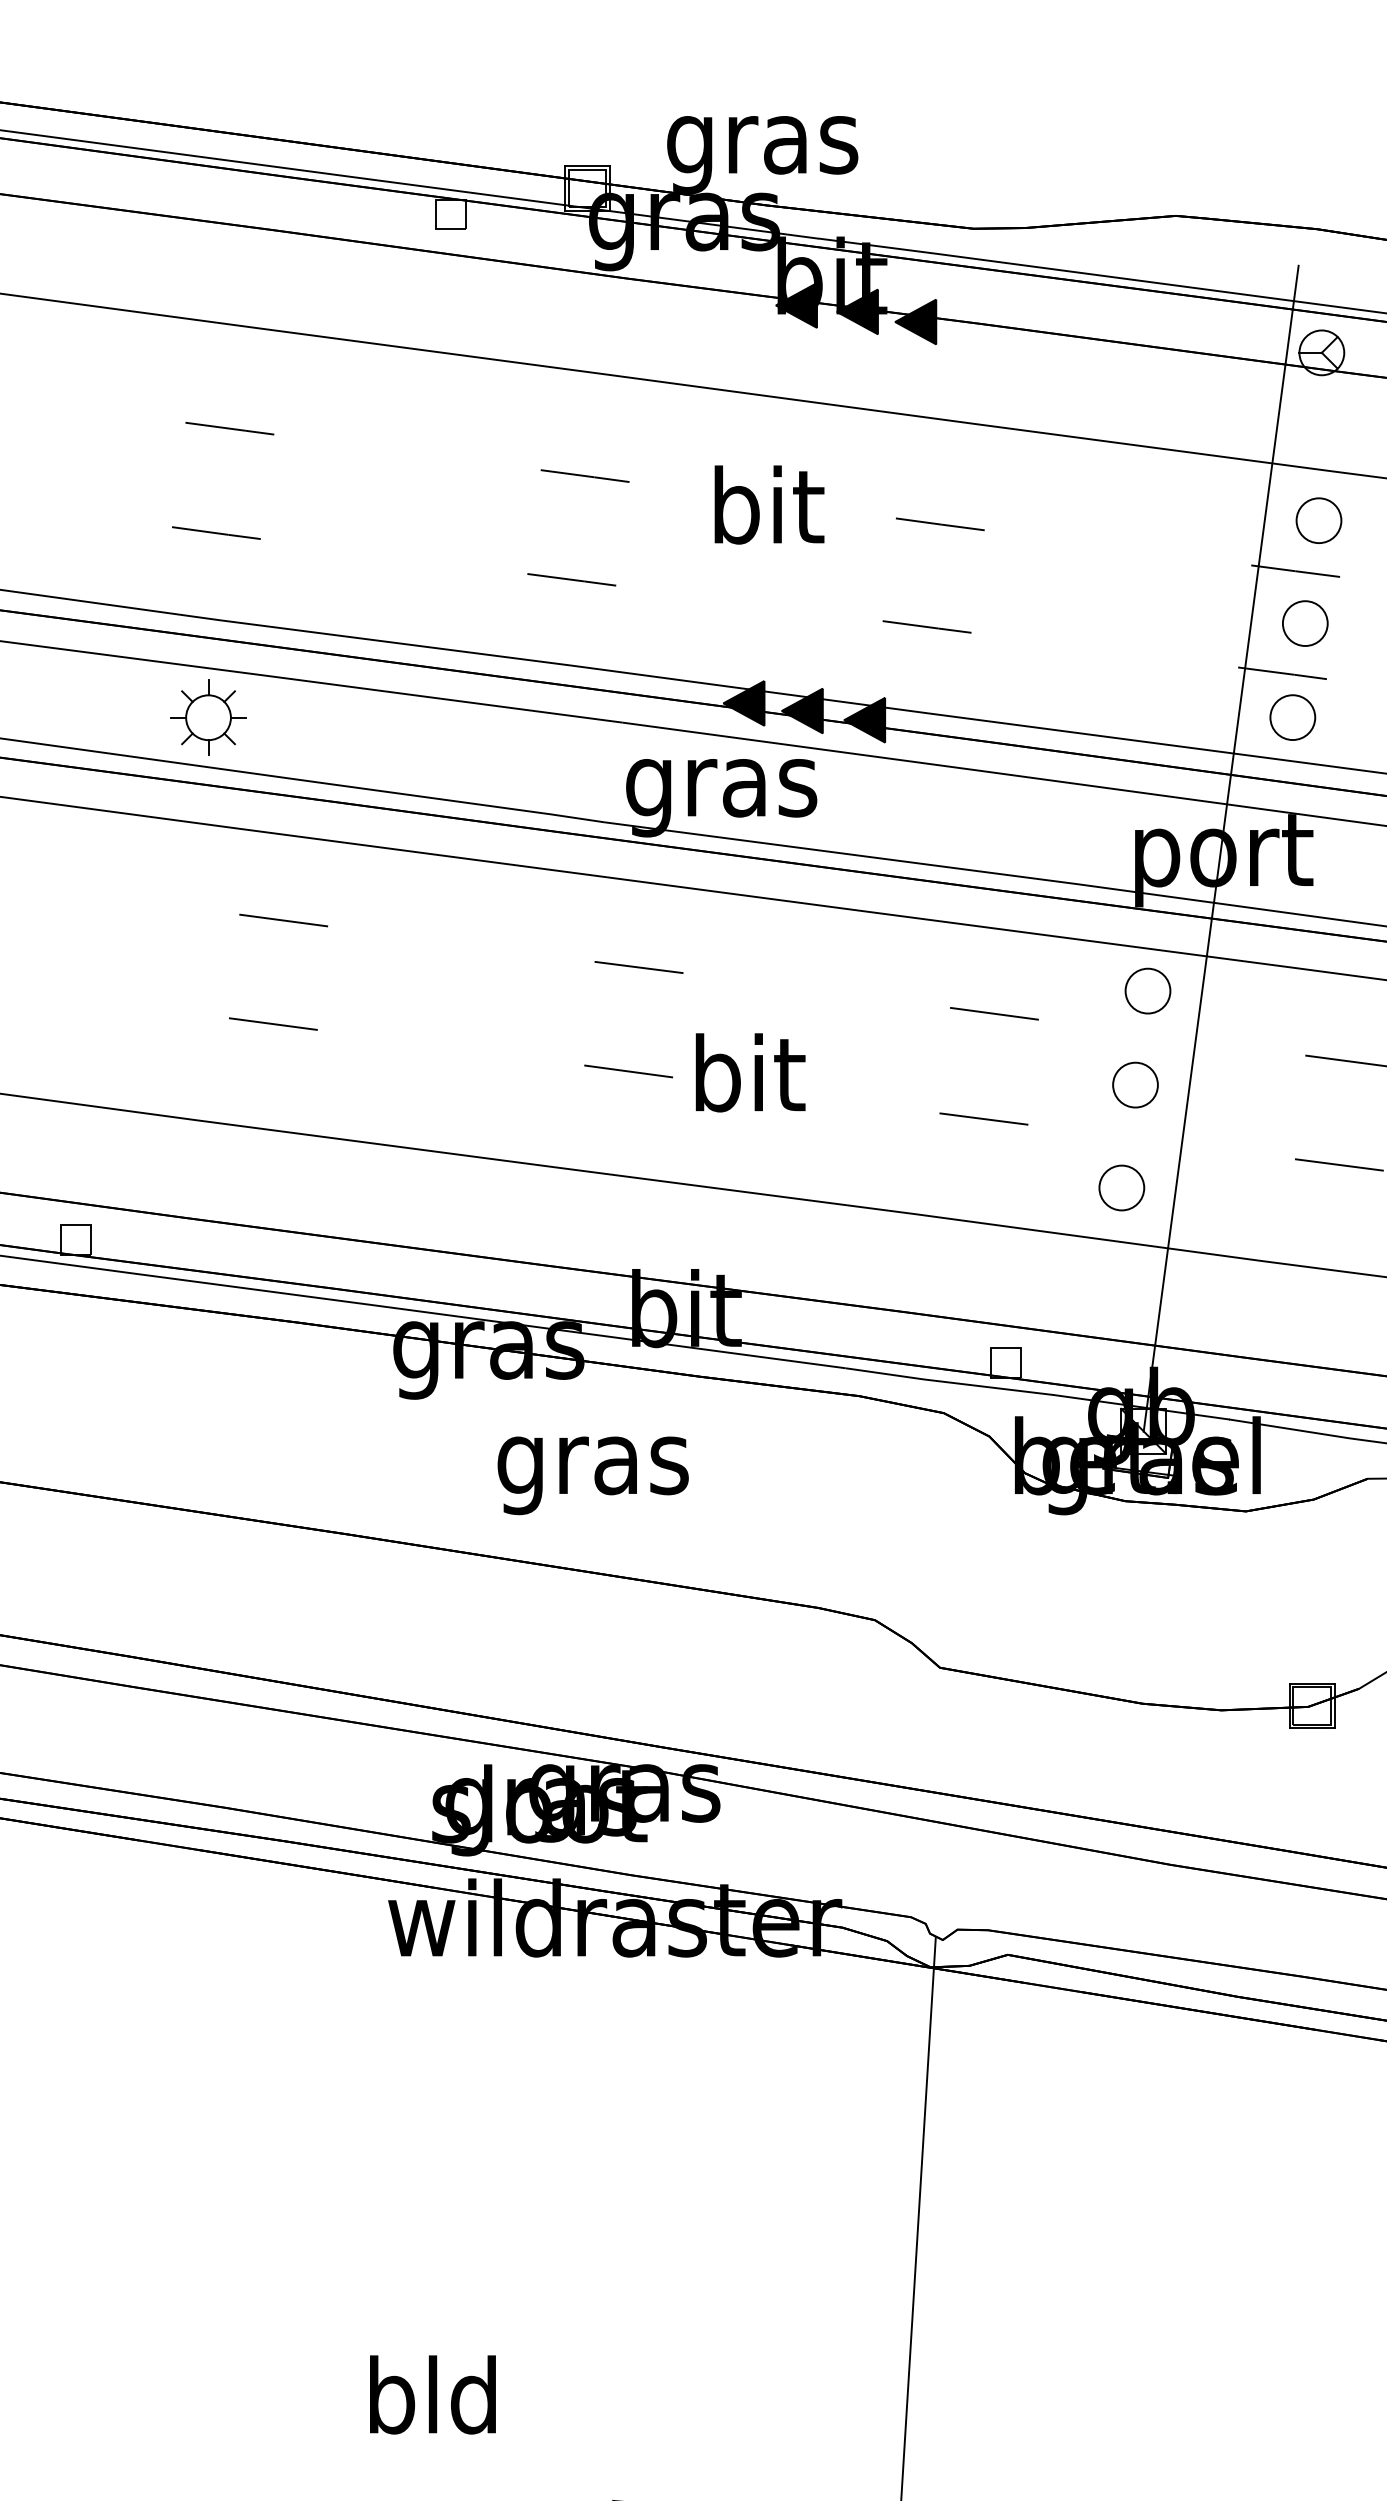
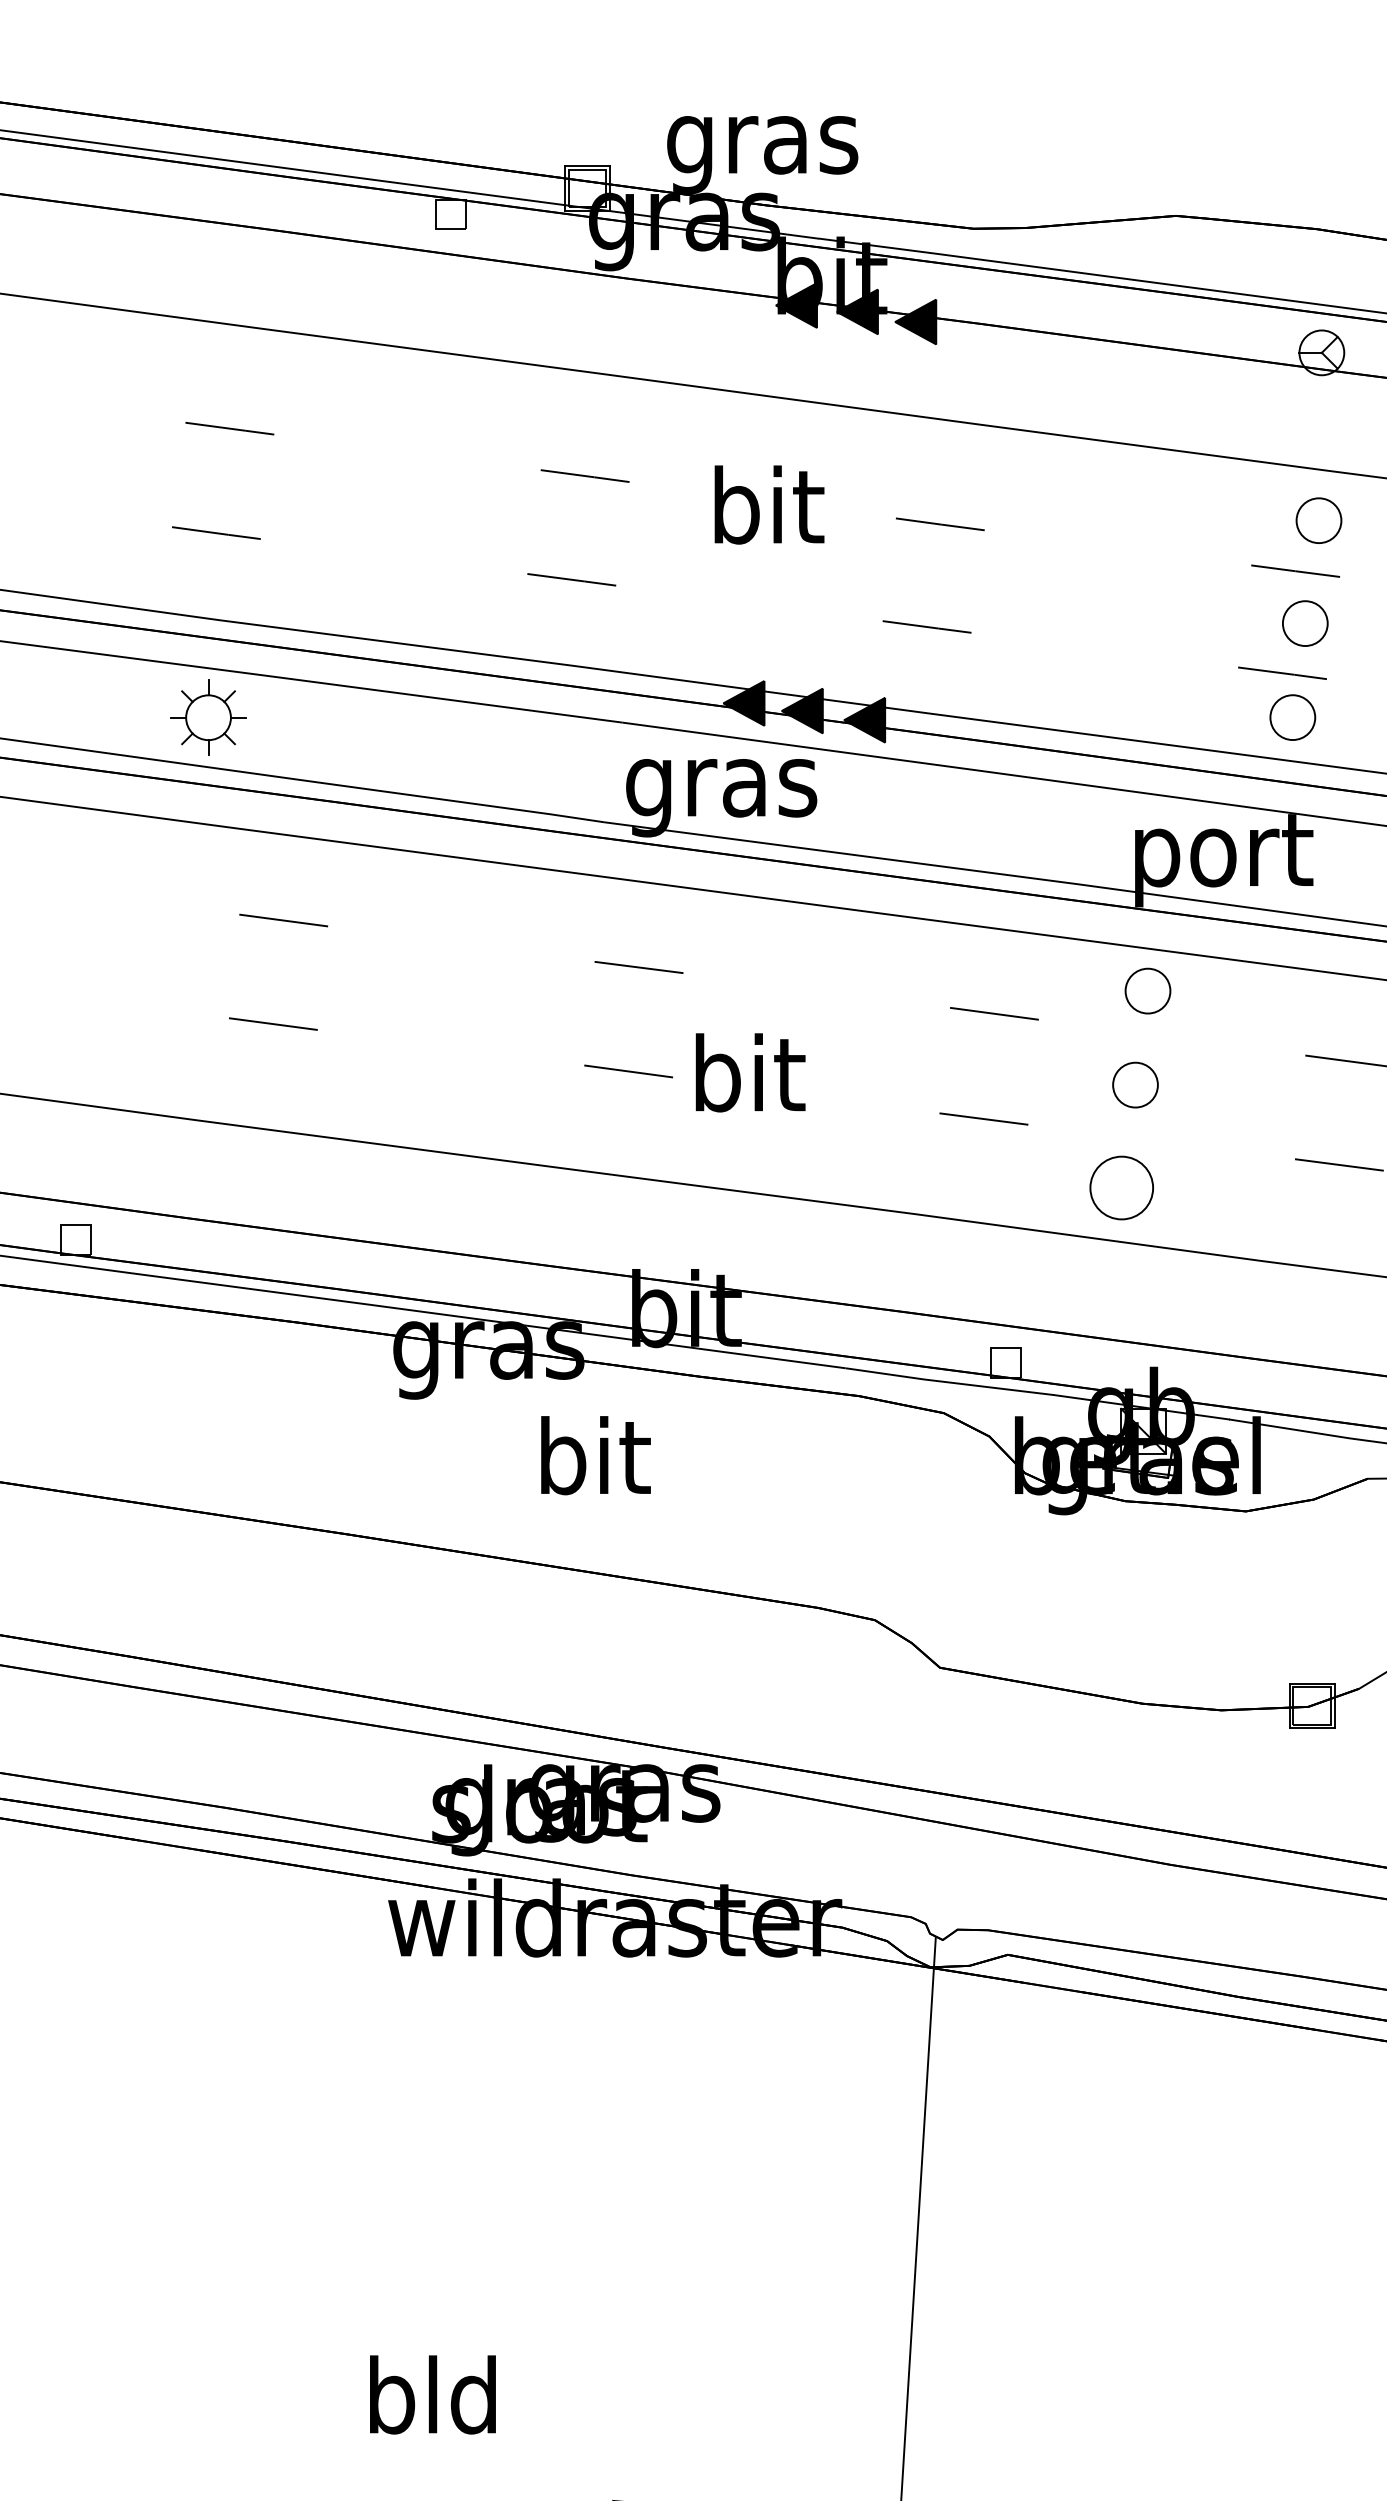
line at (1220, 848): present -> none
part at (1121, 1187) size: 48x48 px -> 65x66 px
text at (592, 1465): gras -> bit
